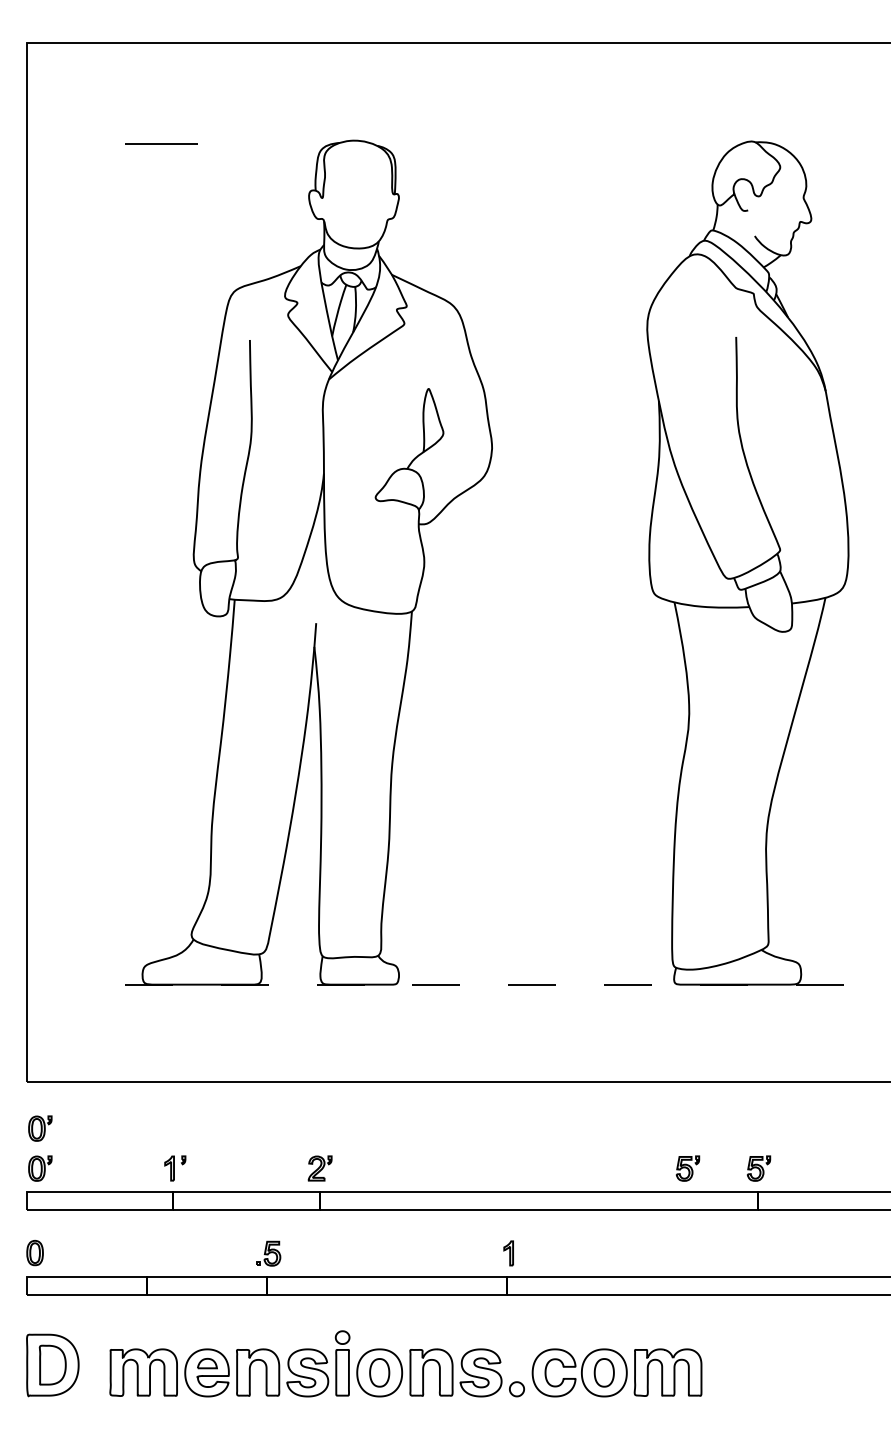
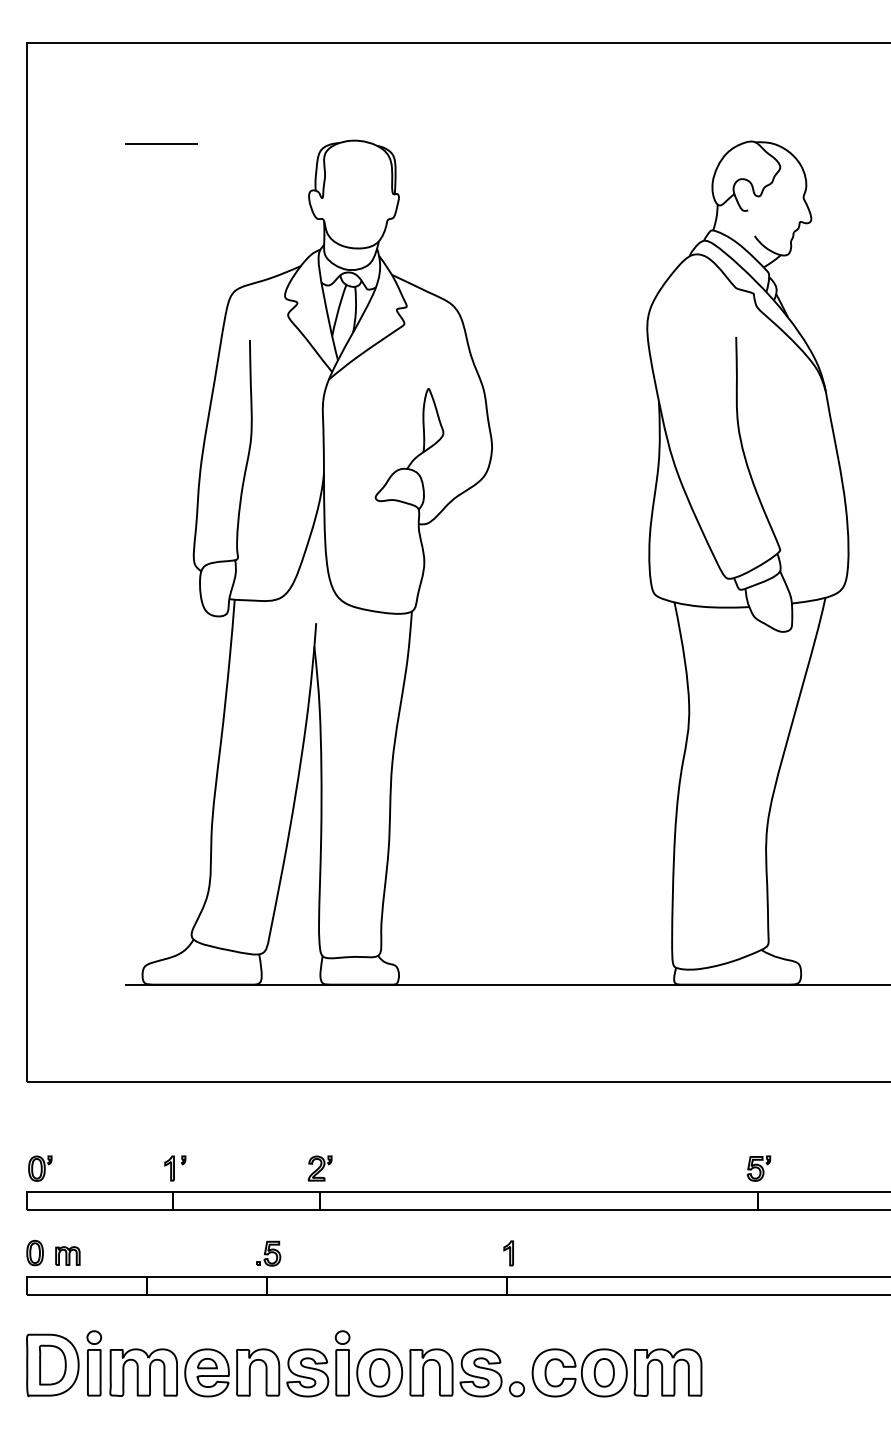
line at (507, 984): dashed -> solid
part at (40, 1128): present -> none
part at (688, 1168): present -> none
part at (67, 1255): none -> present
part at (94, 1363): none -> present
